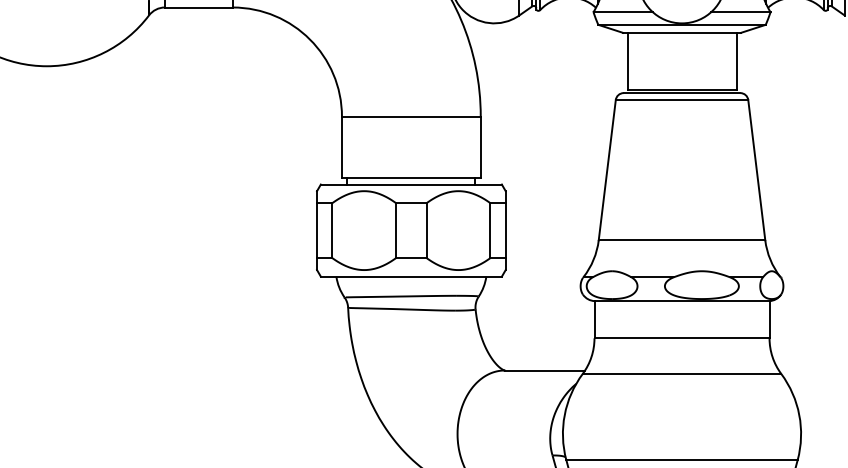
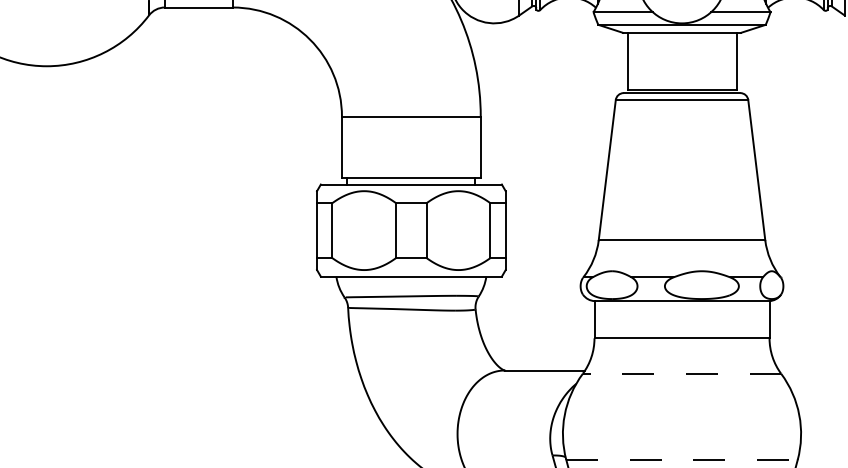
line at (681, 373): solid -> dashed
line at (682, 459): solid -> dashed
